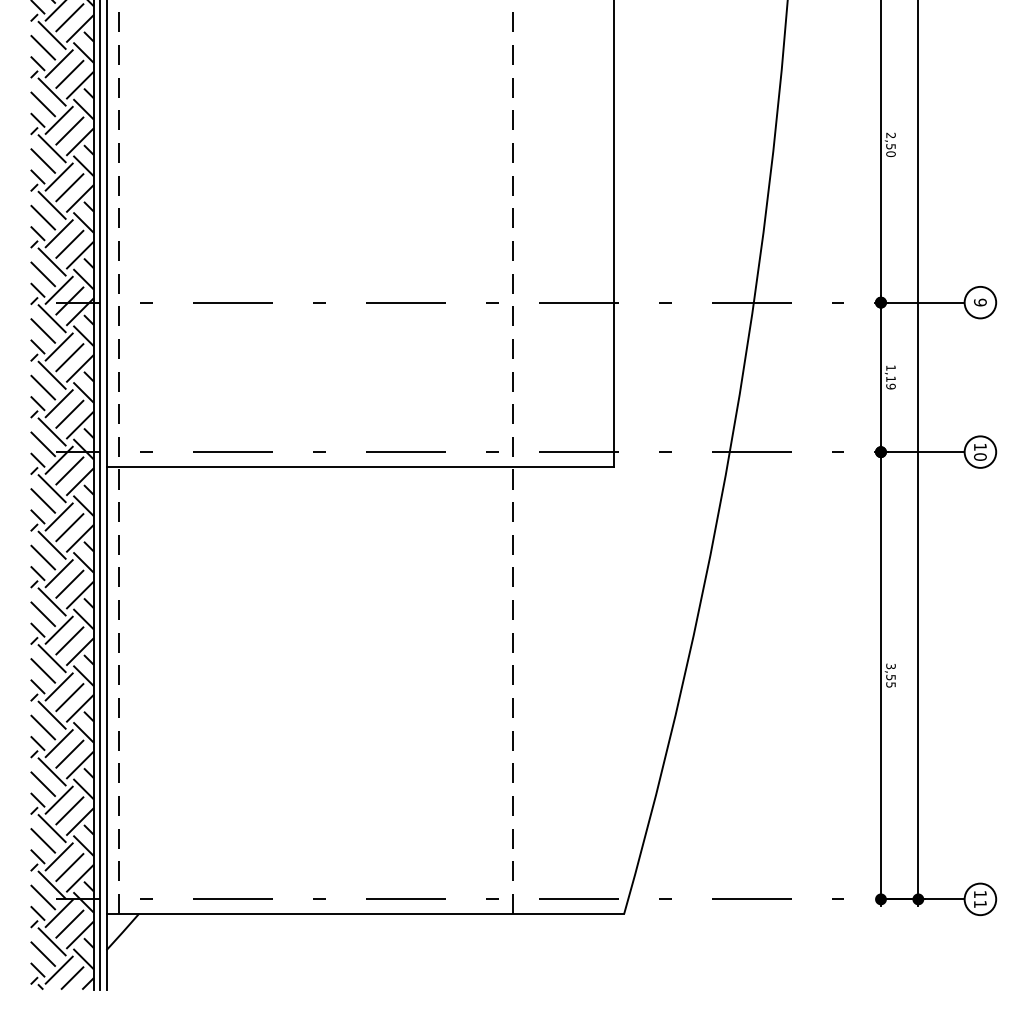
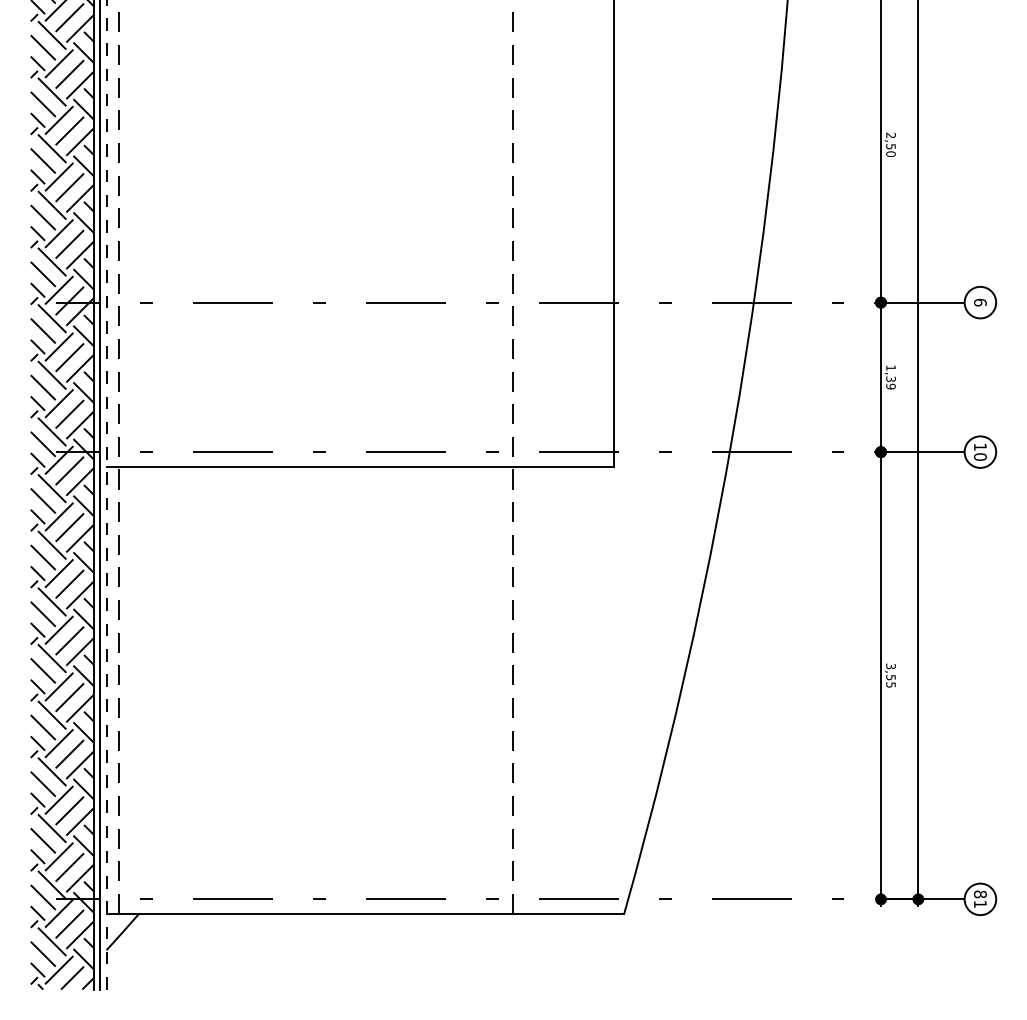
text at (980, 302): 9 -> 6
text at (890, 378): 1,19 -> 1,39
line at (106, 494): solid -> dashed
text at (979, 894): 11 -> 81
